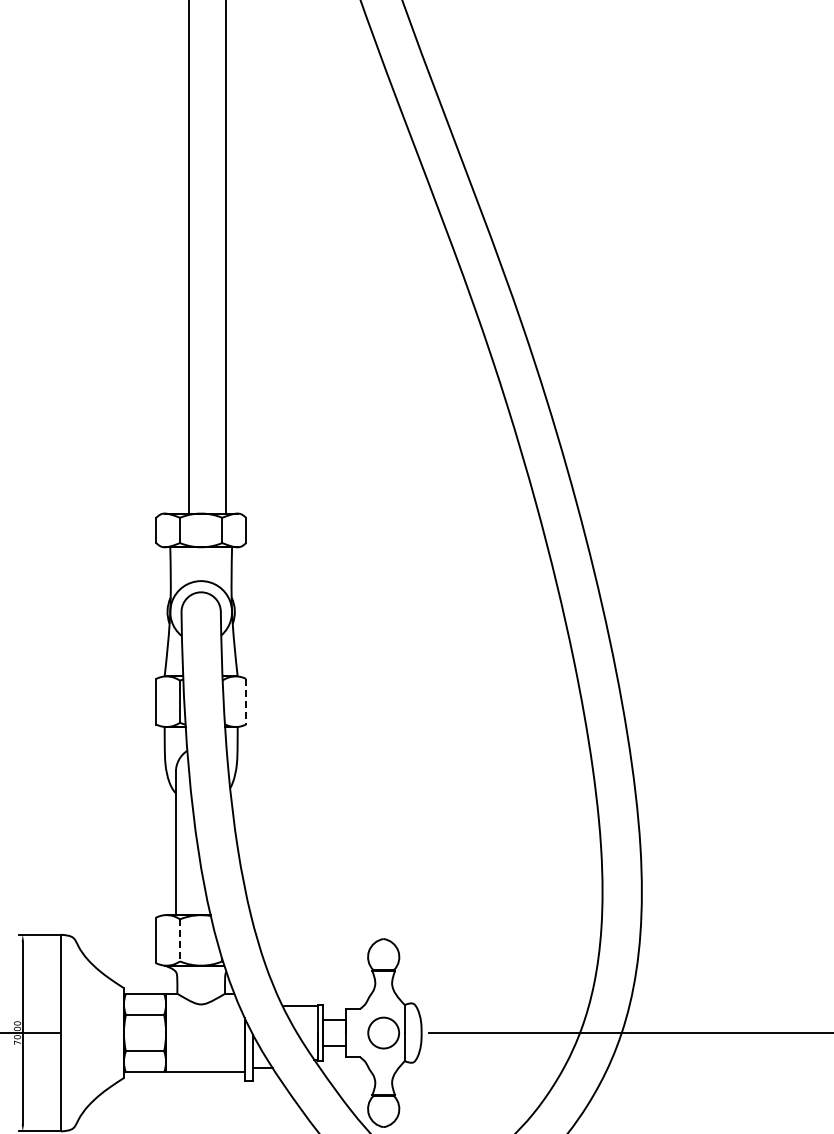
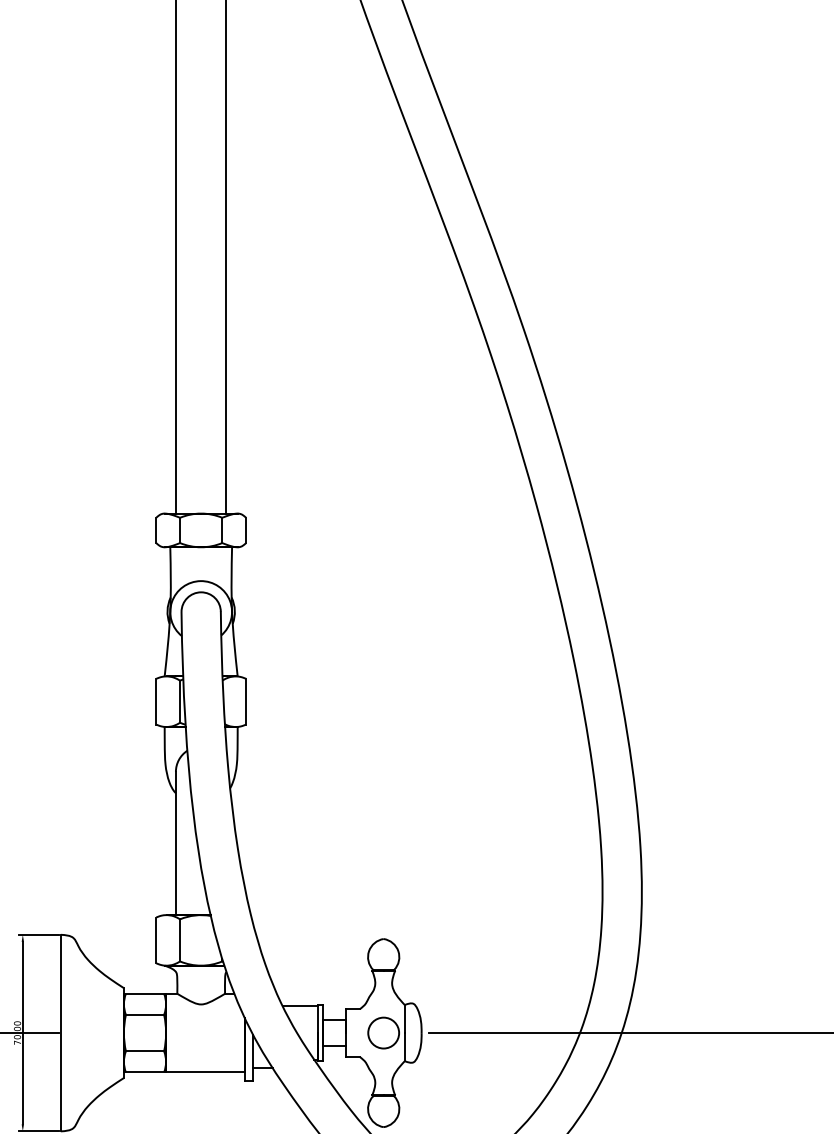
line at (188, 257) position: (188, 257) -> (175, 257)
line at (246, 701): dashed -> solid
line at (180, 940): dashed -> solid
